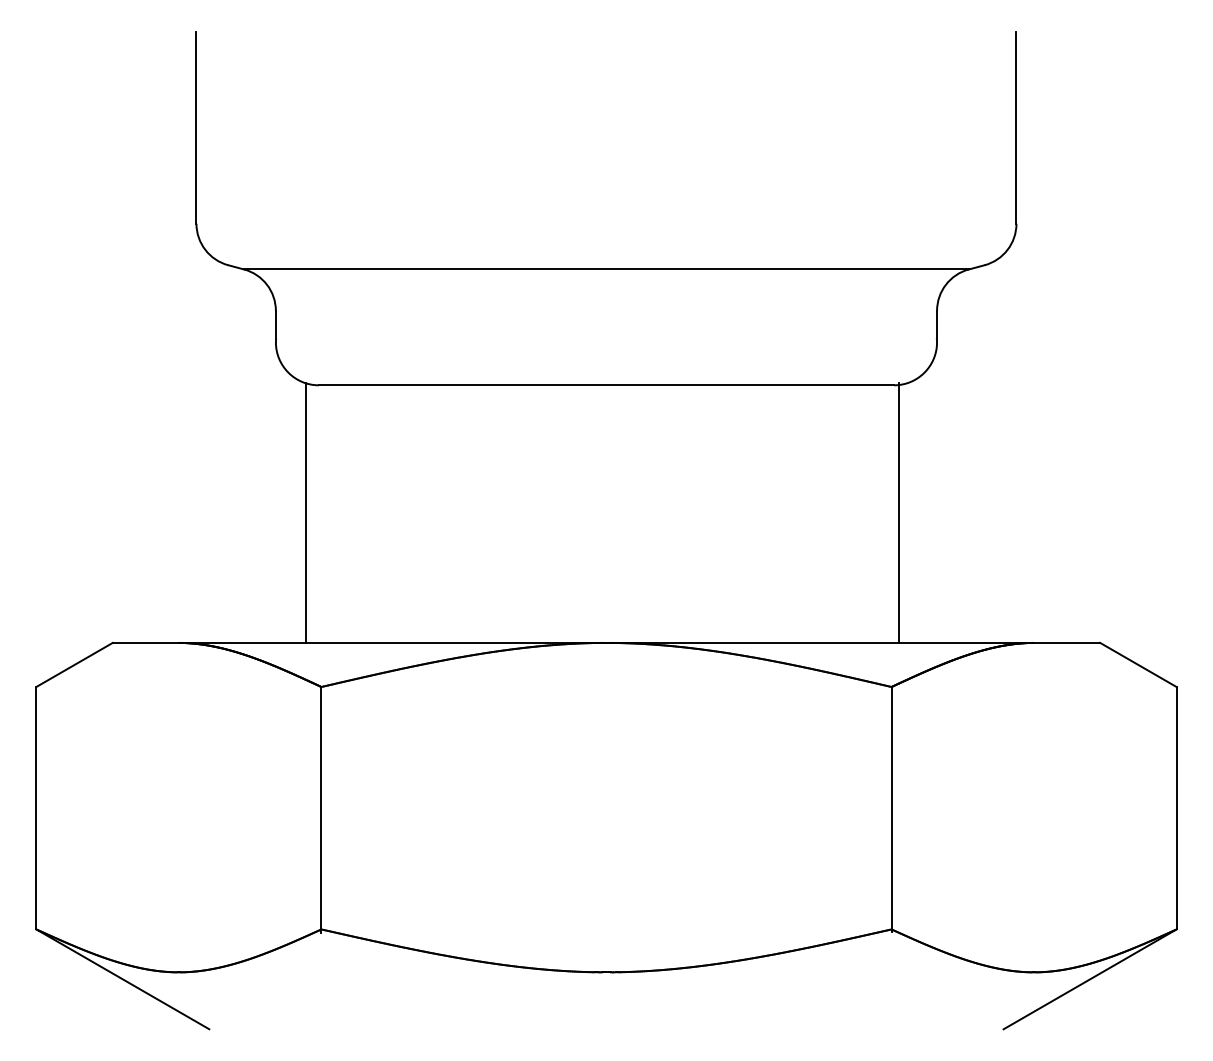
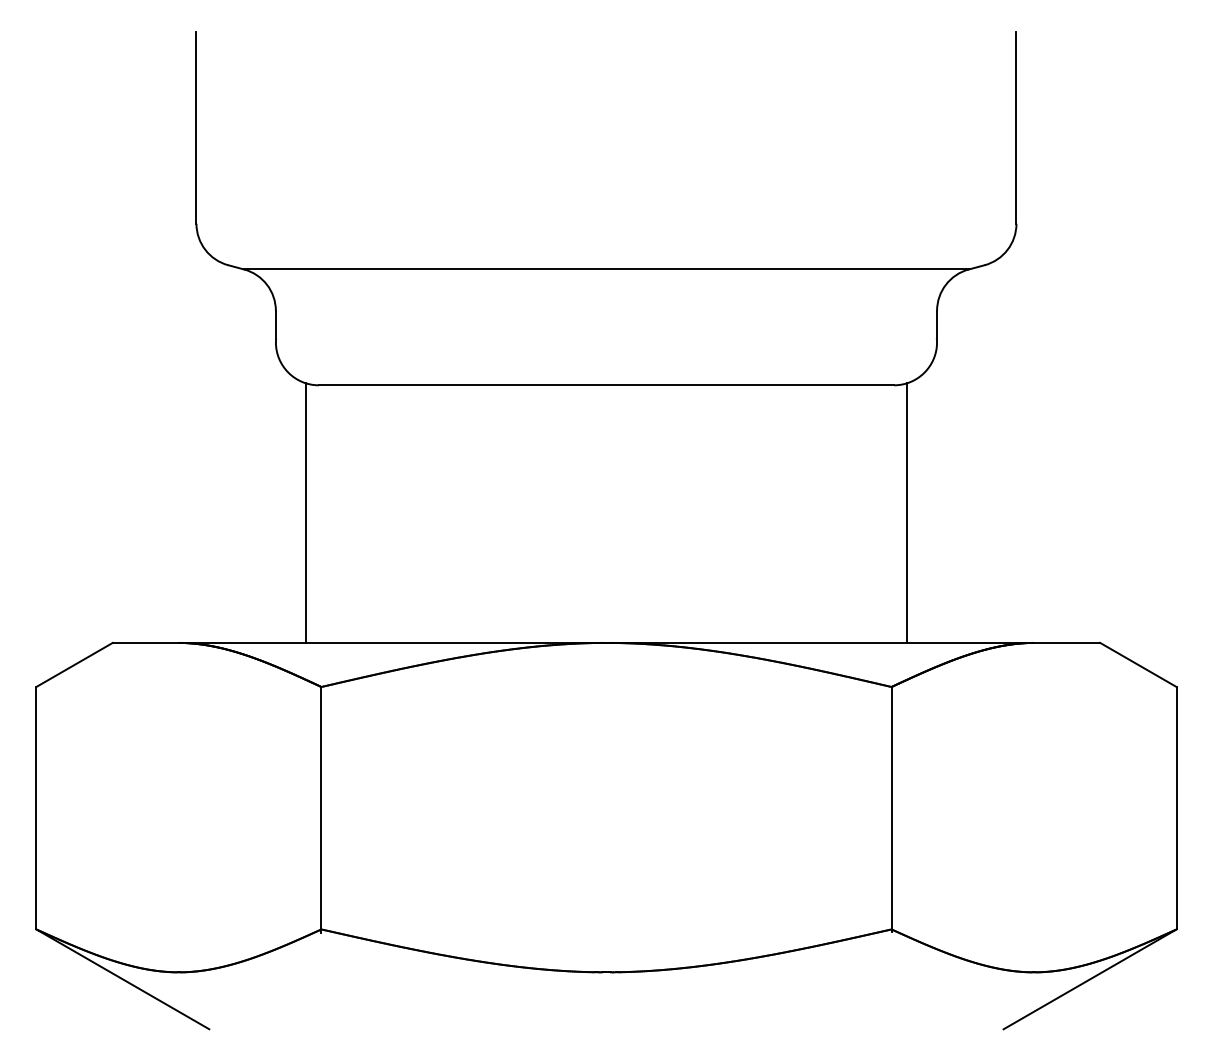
line at (899, 512) position: (899, 512) -> (907, 512)
